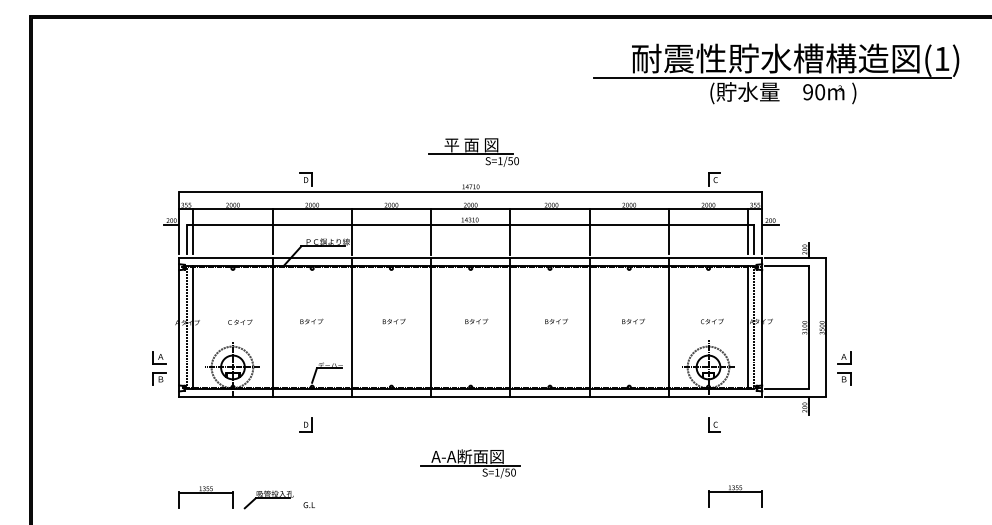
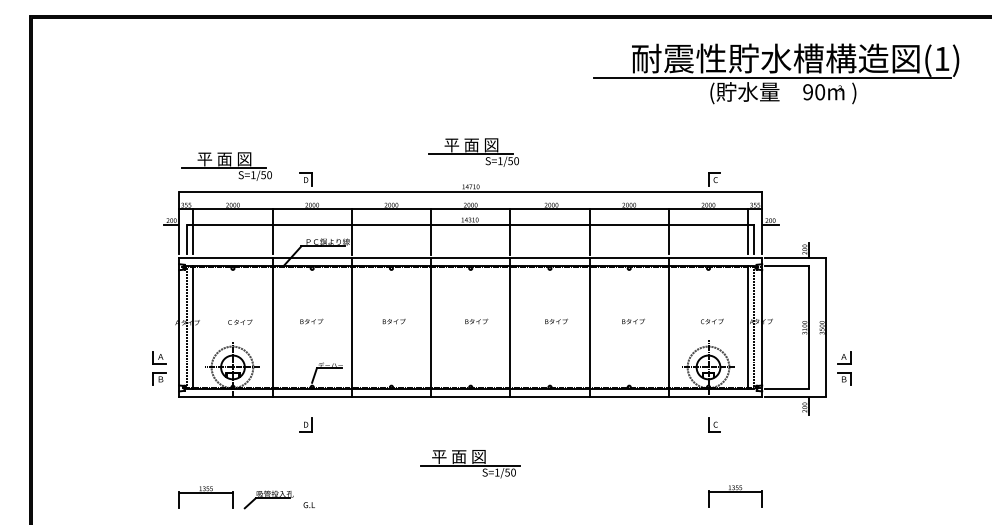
part at (226, 166): none -> present
text at (467, 456): A-A断面図 -> 平 面 図
